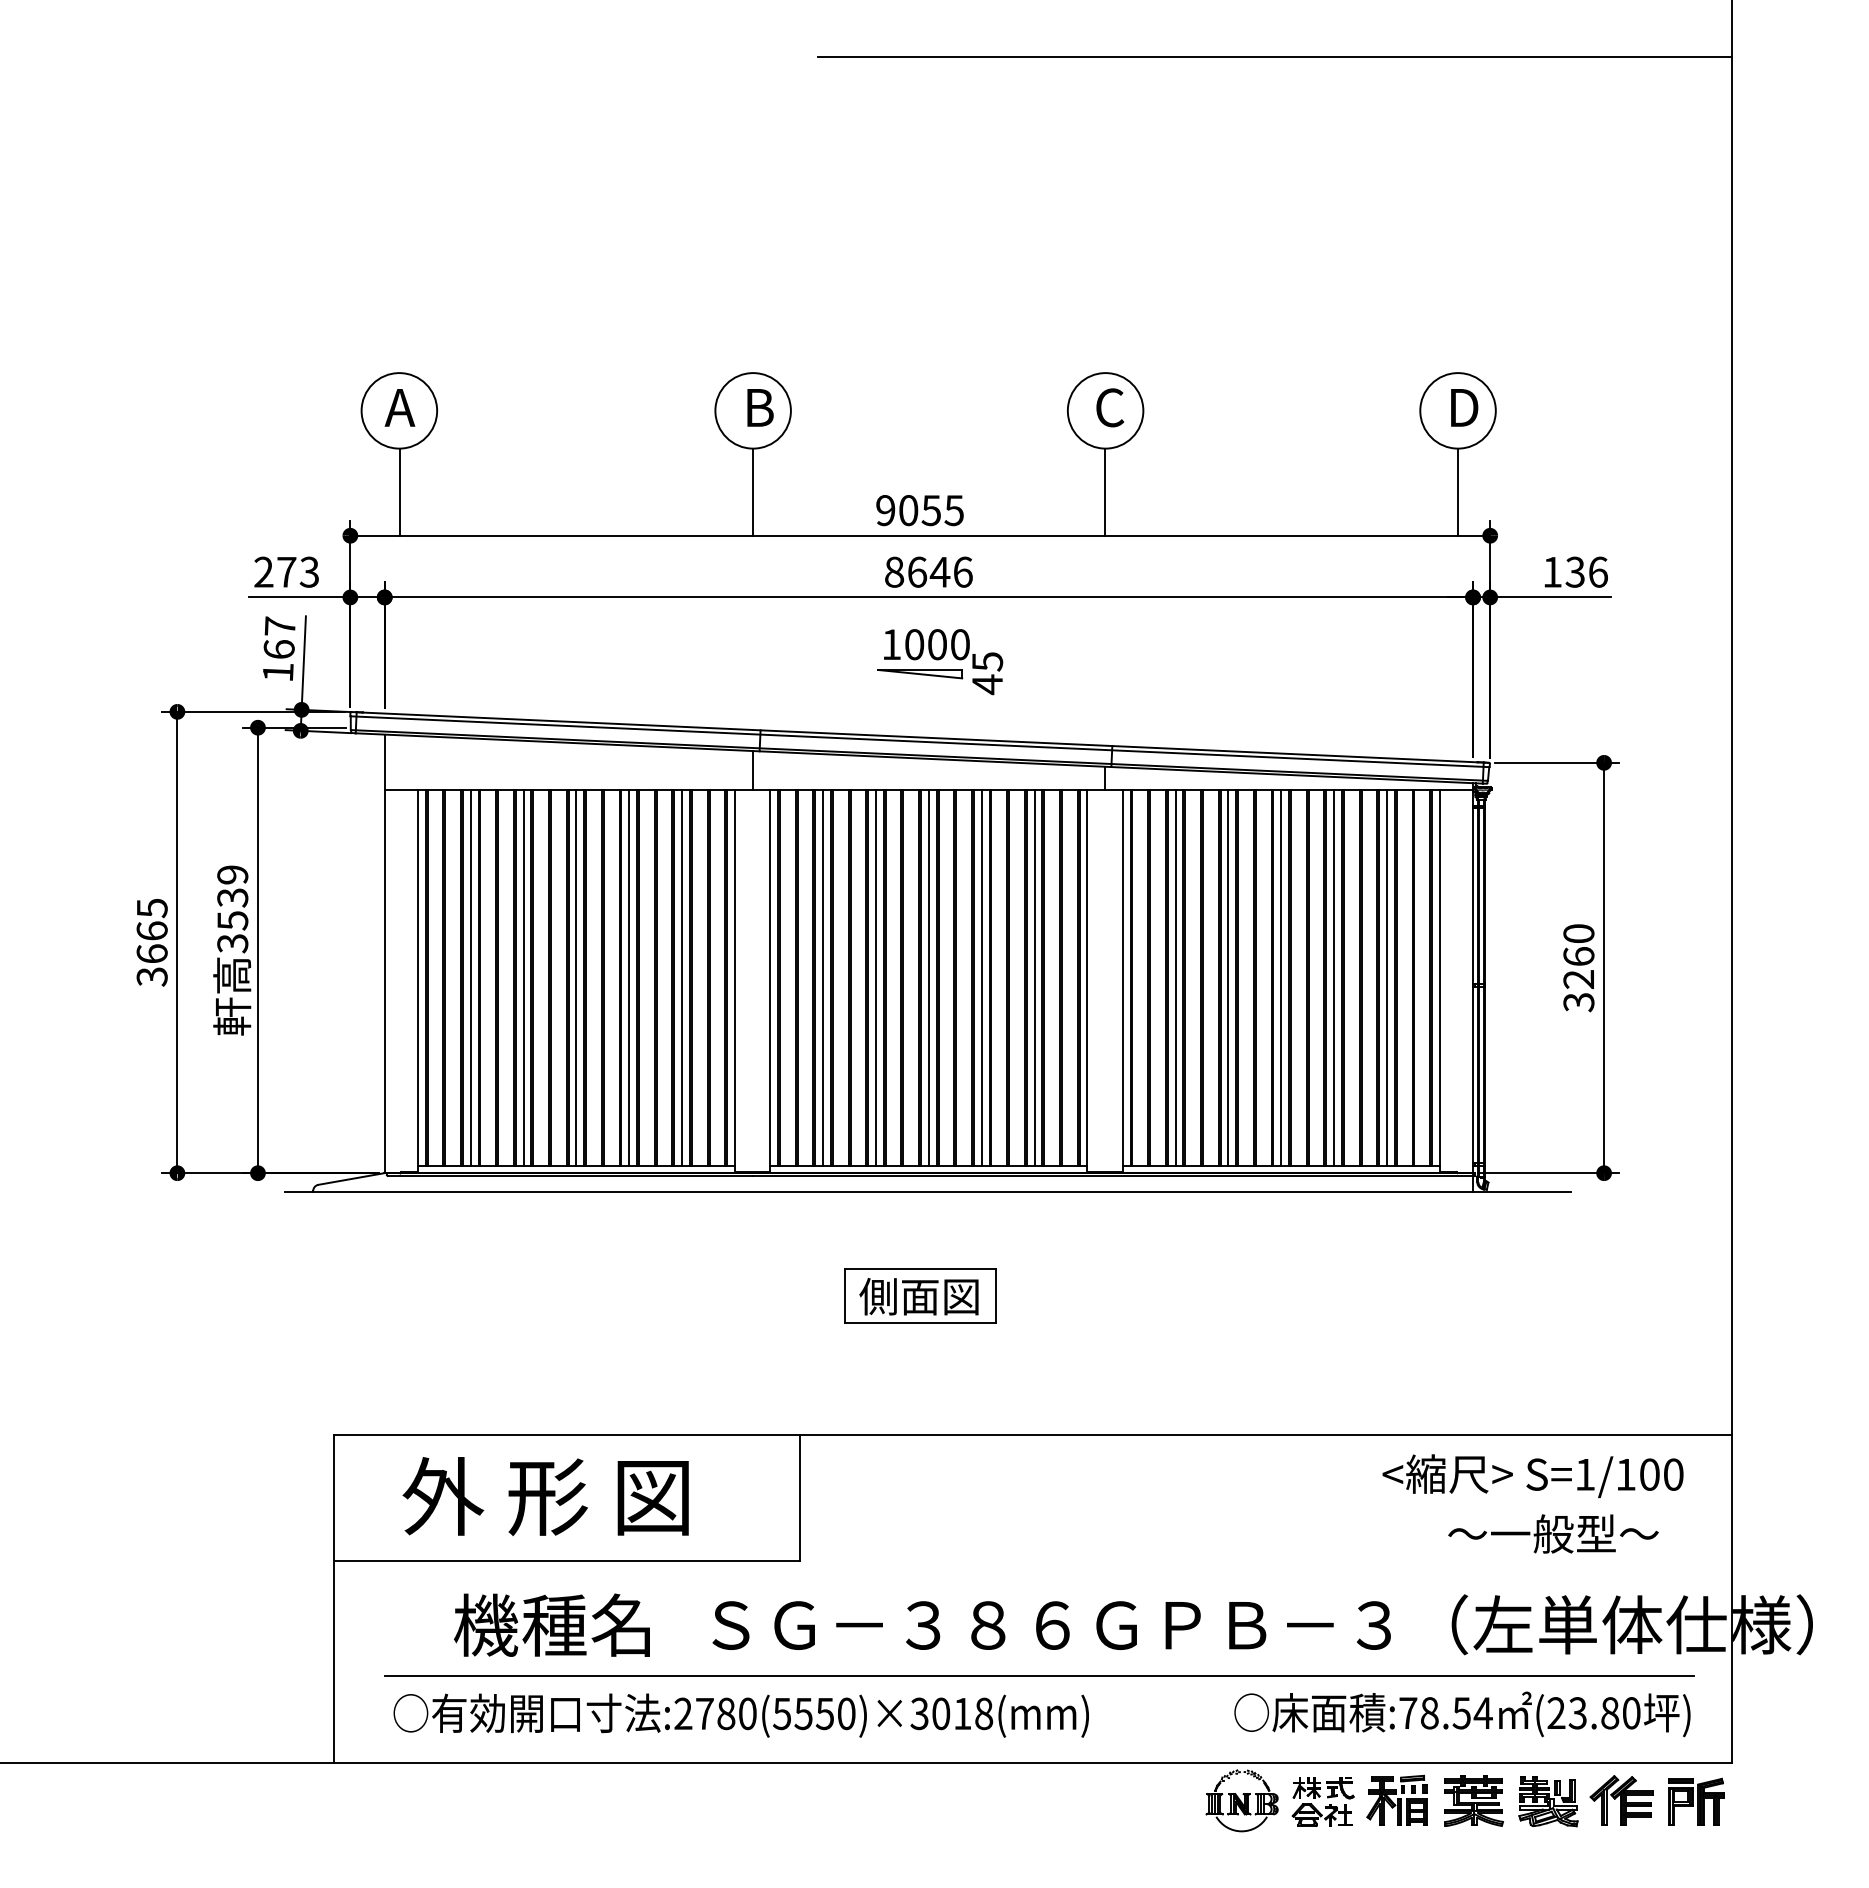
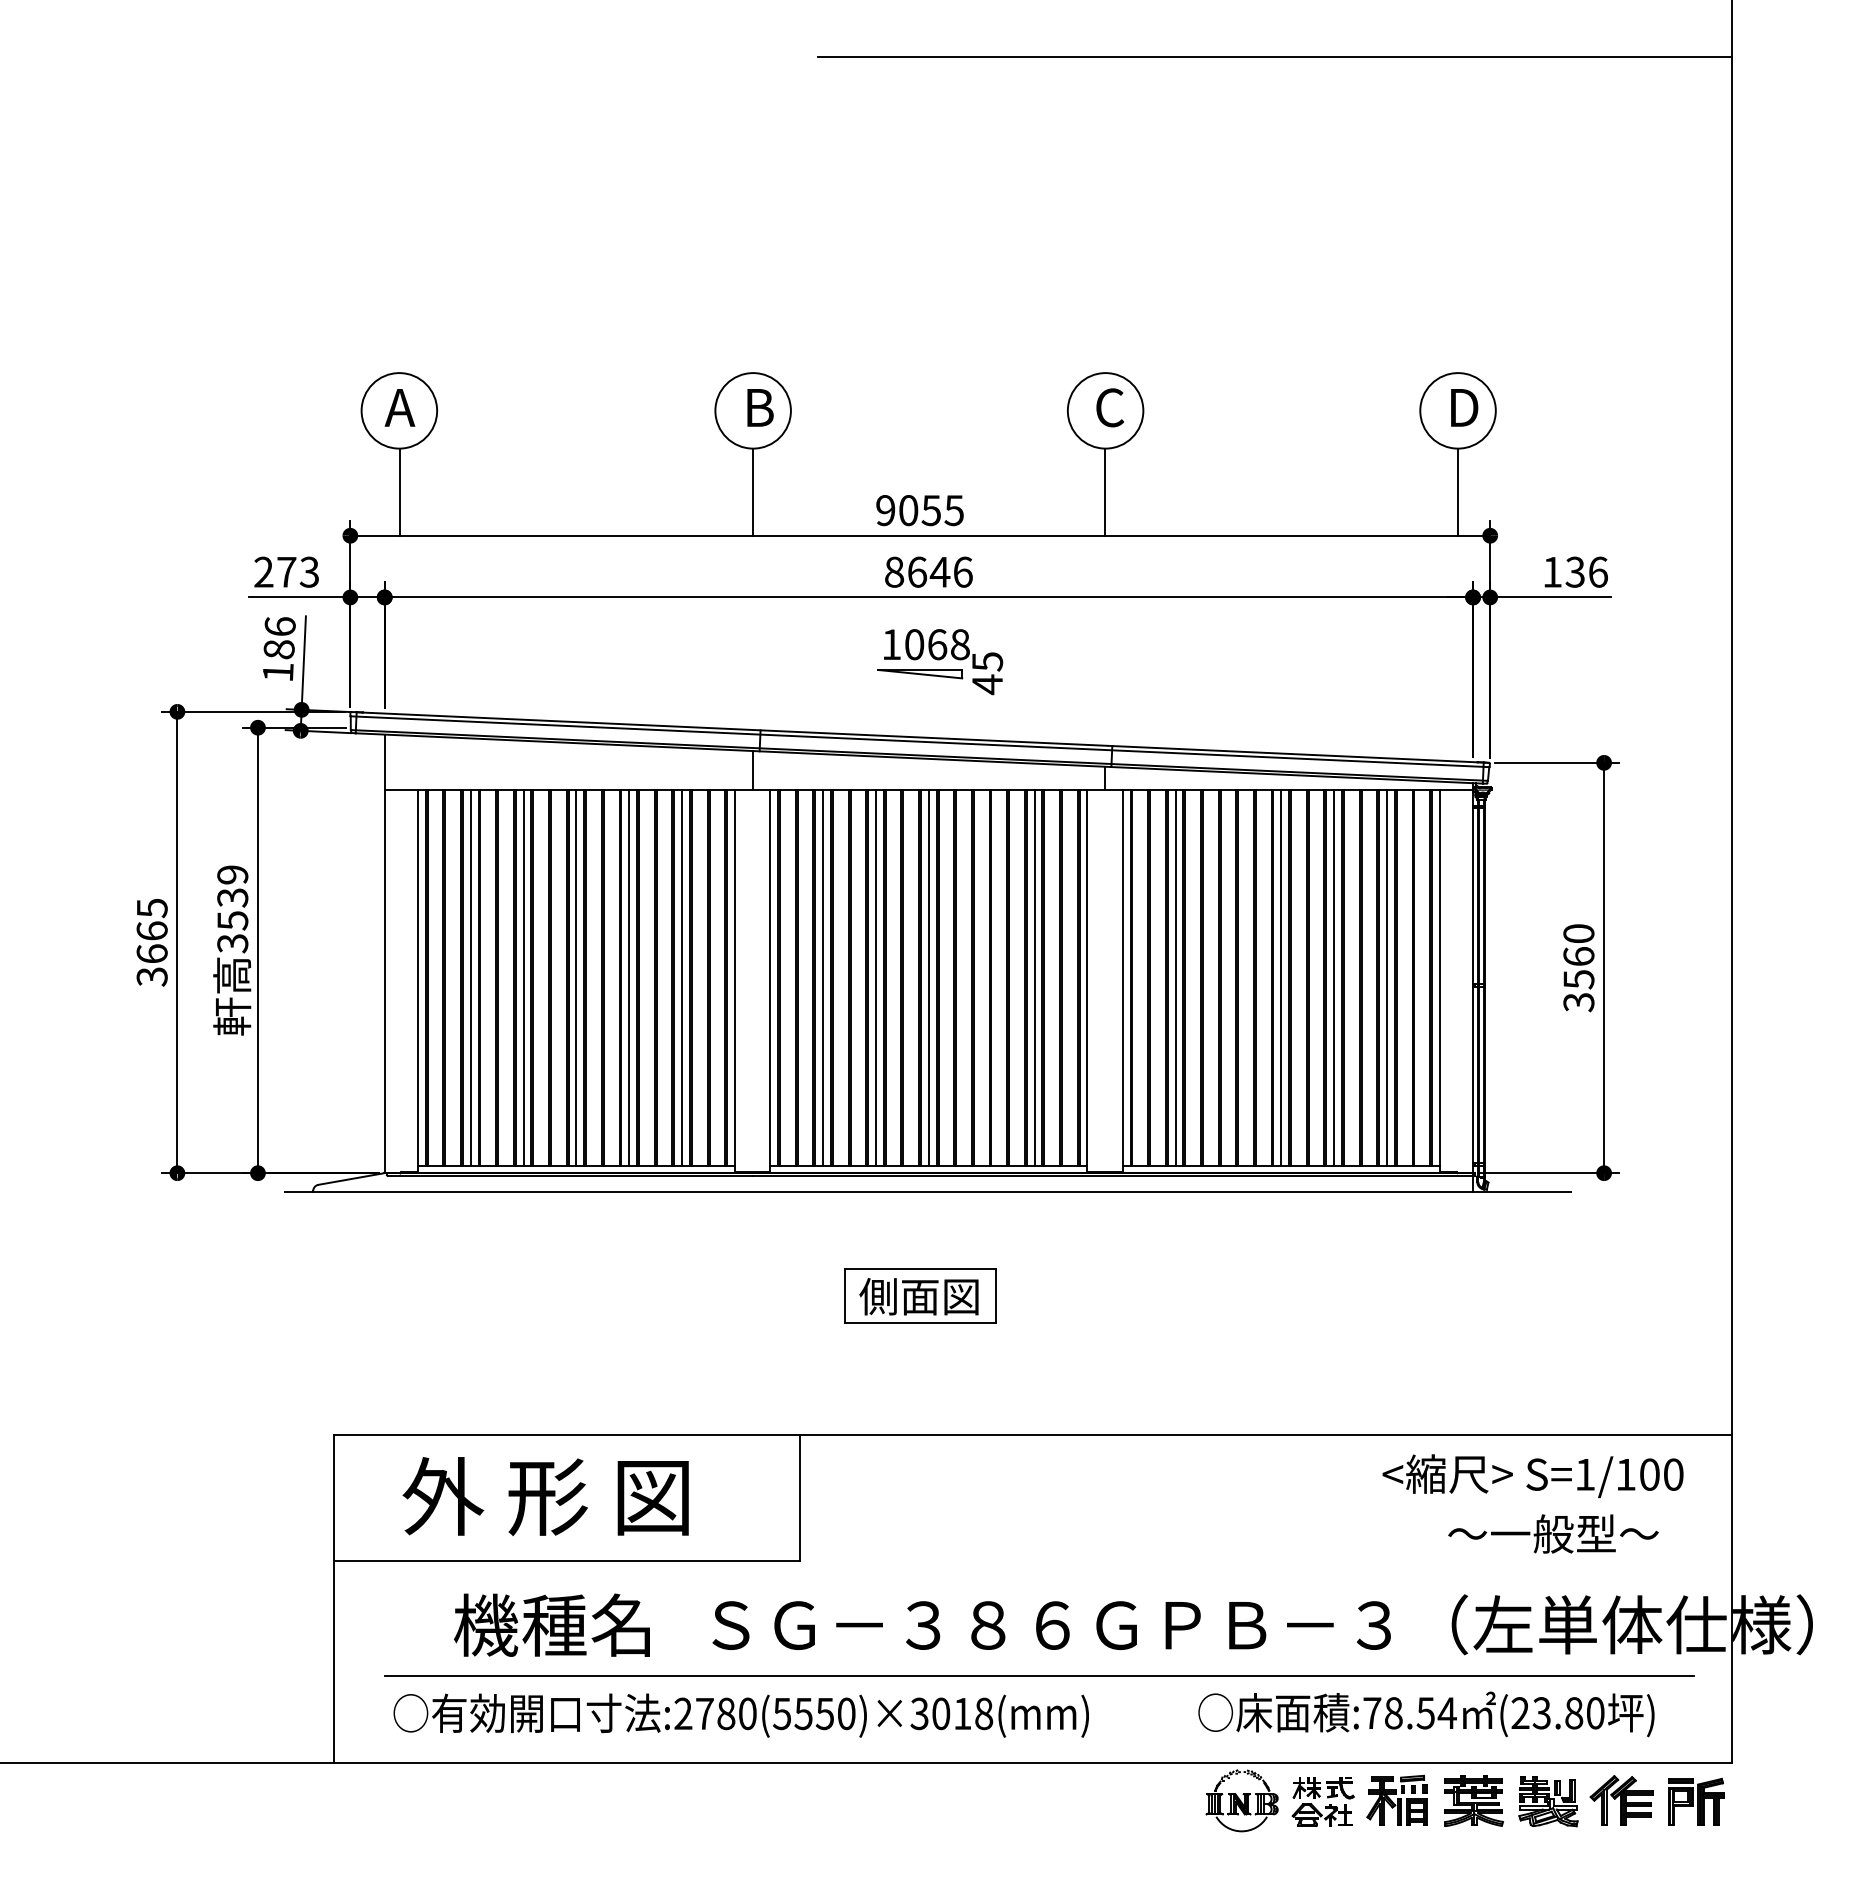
text at (279, 637): 167 -> 186
text at (948, 644): 1000 -> 1068
line at (981, 977): present -> none
line at (1228, 977): present -> none
text at (1578, 979): 3260 -> 3560
text at (1462, 1714) position: (1462, 1714) -> (1426, 1714)
